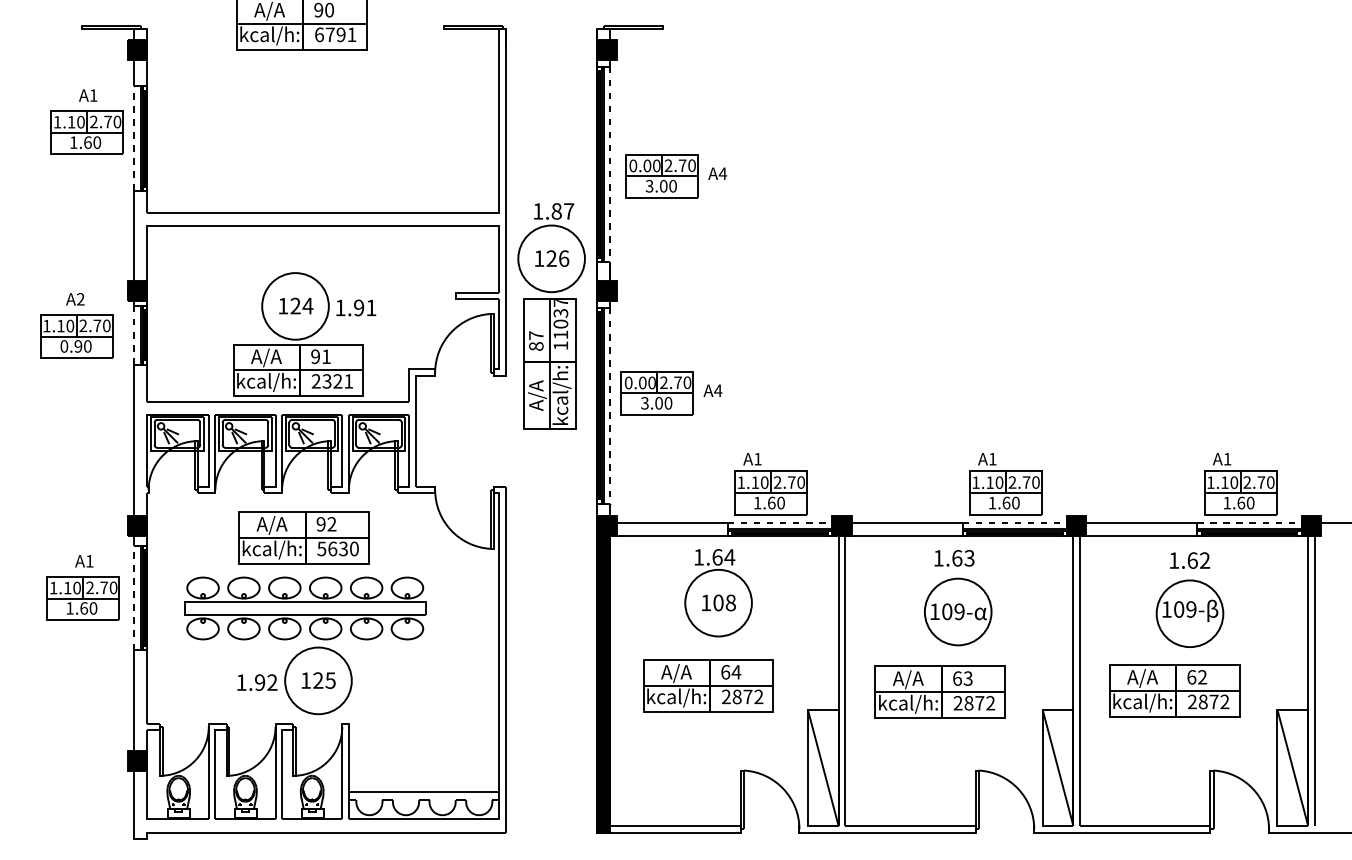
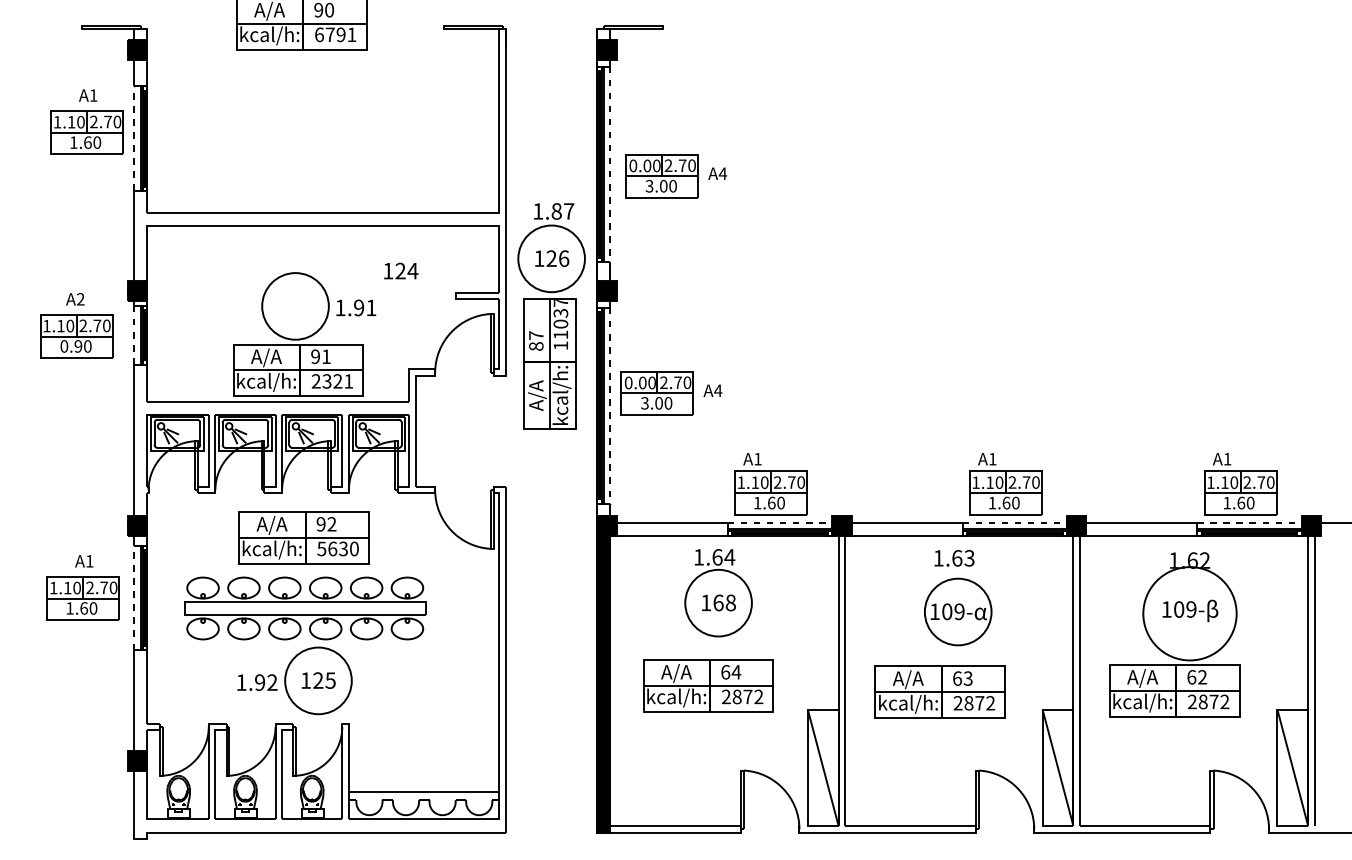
text at (296, 305) position: (296, 305) -> (401, 270)
text at (718, 602): 108 -> 168
circle at (1189, 613) diameter: 67 px -> 93 px
